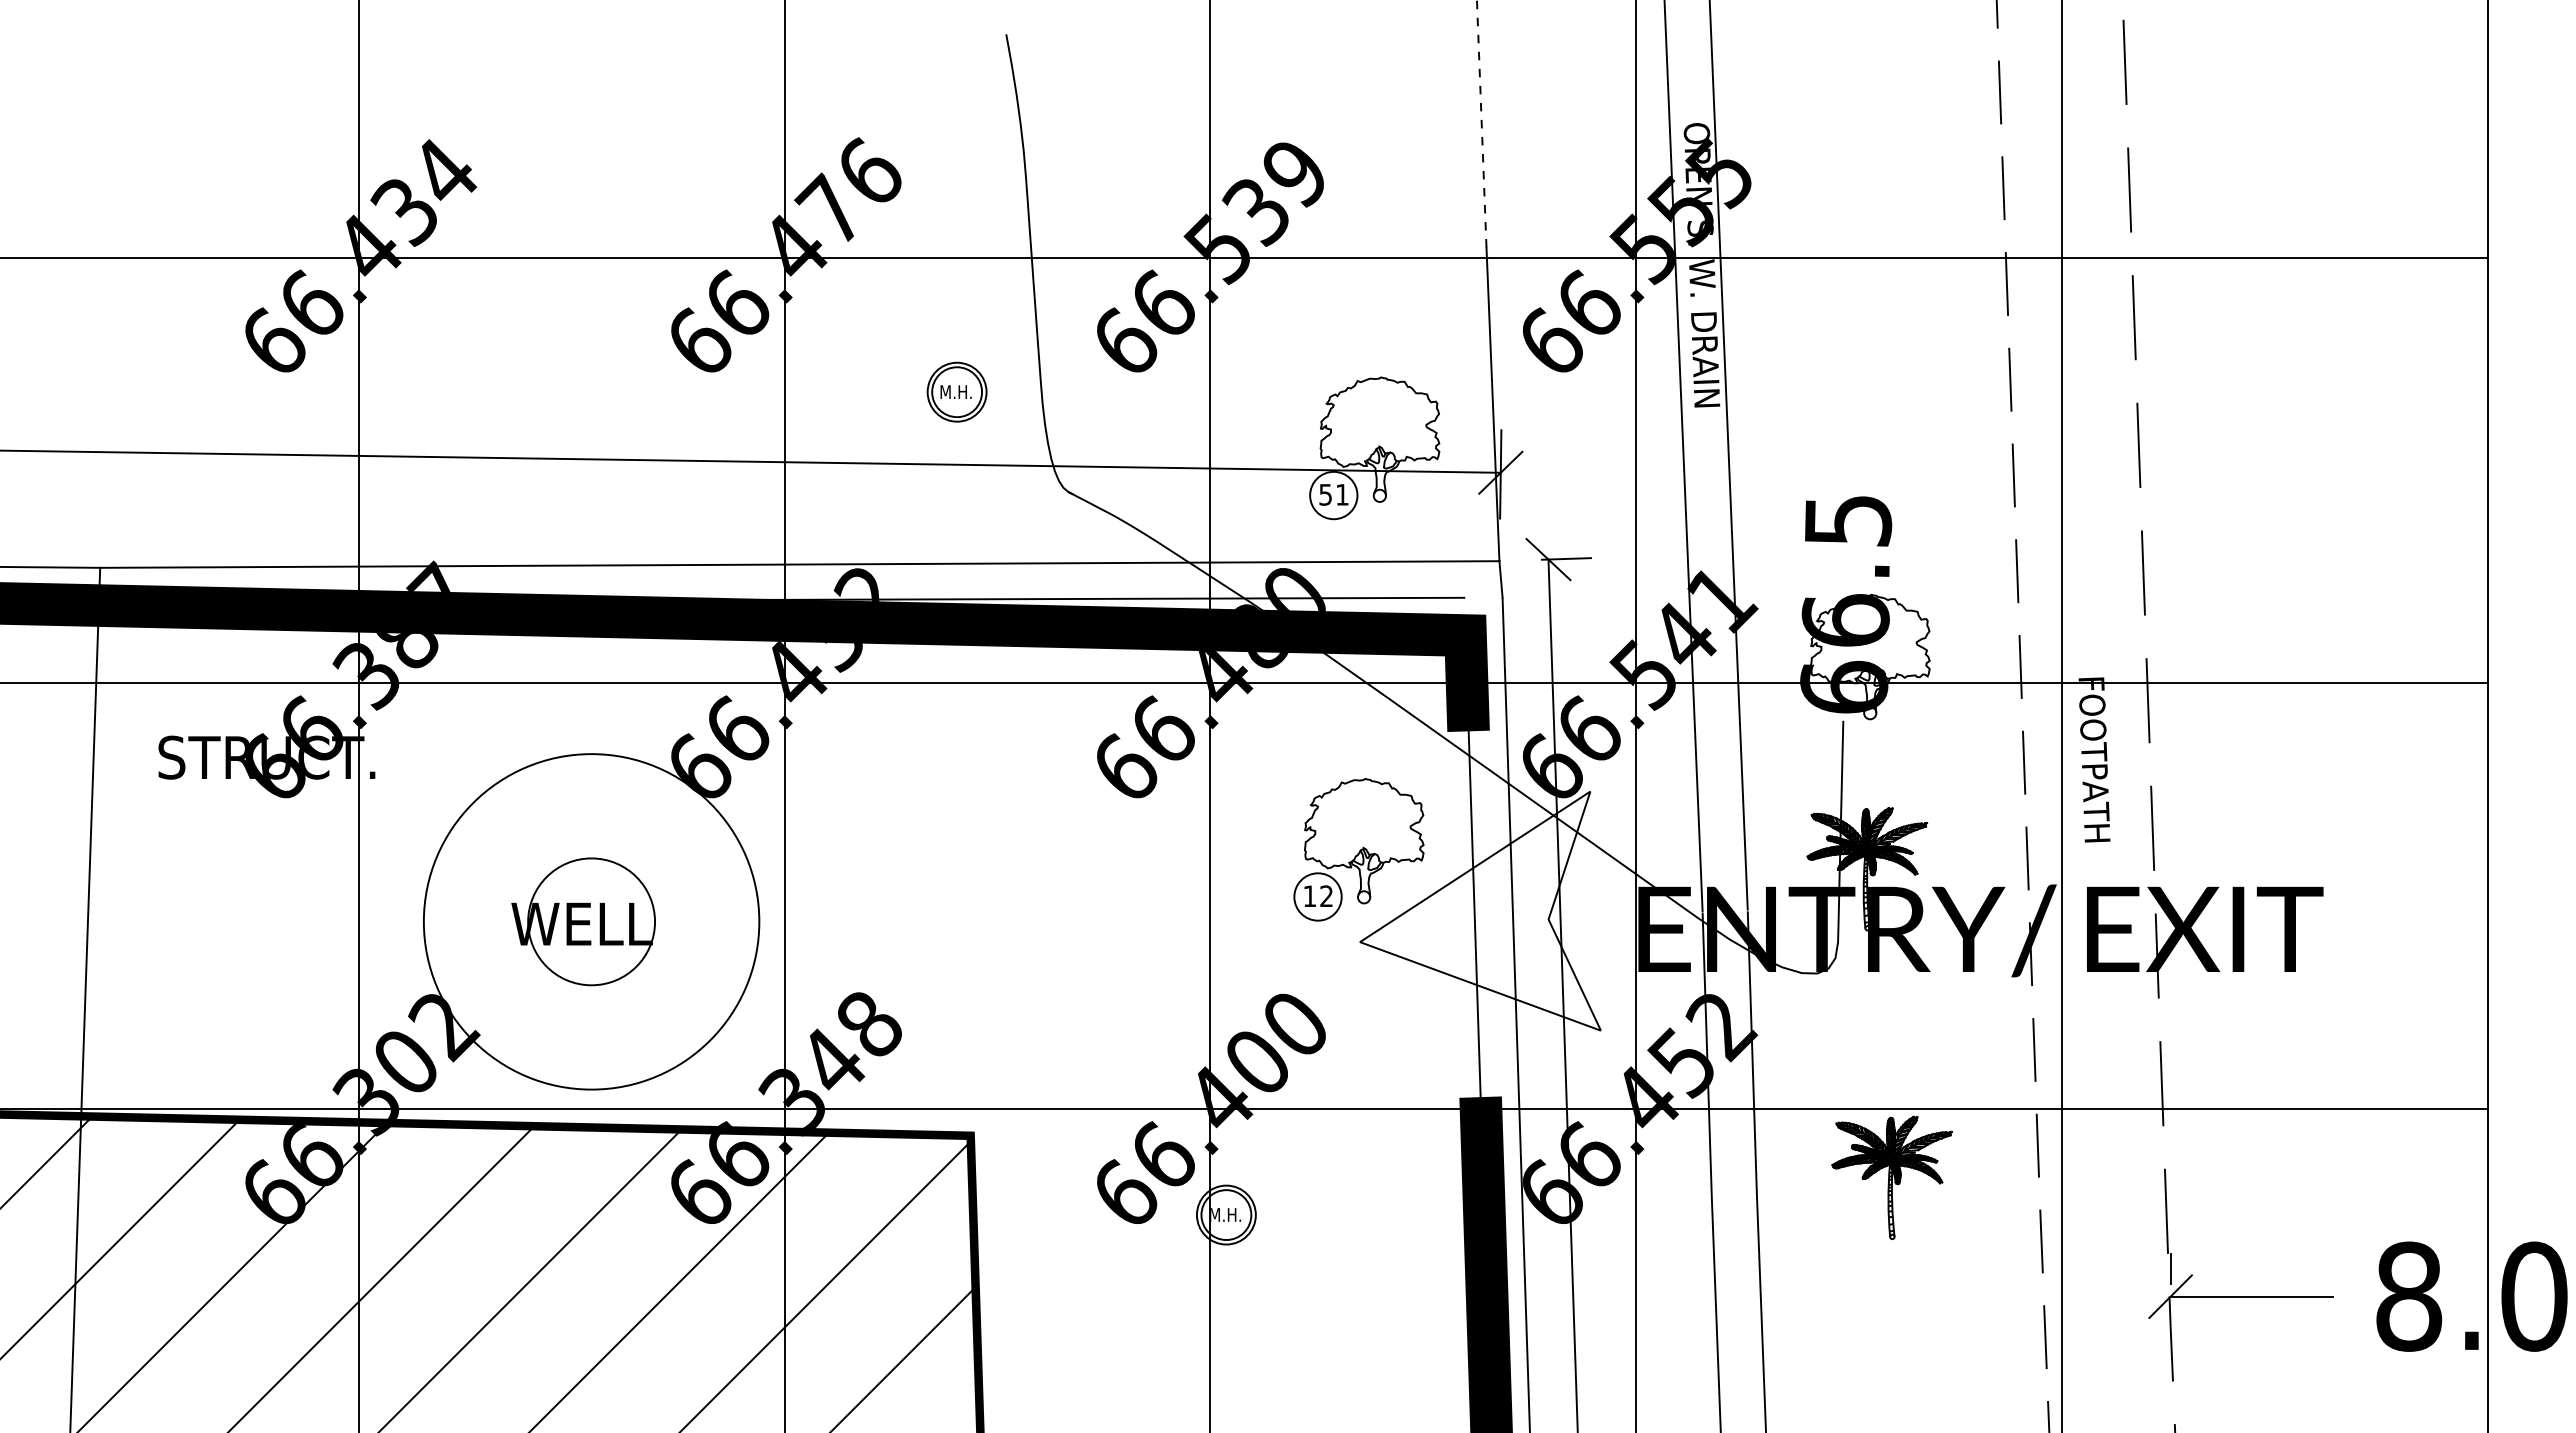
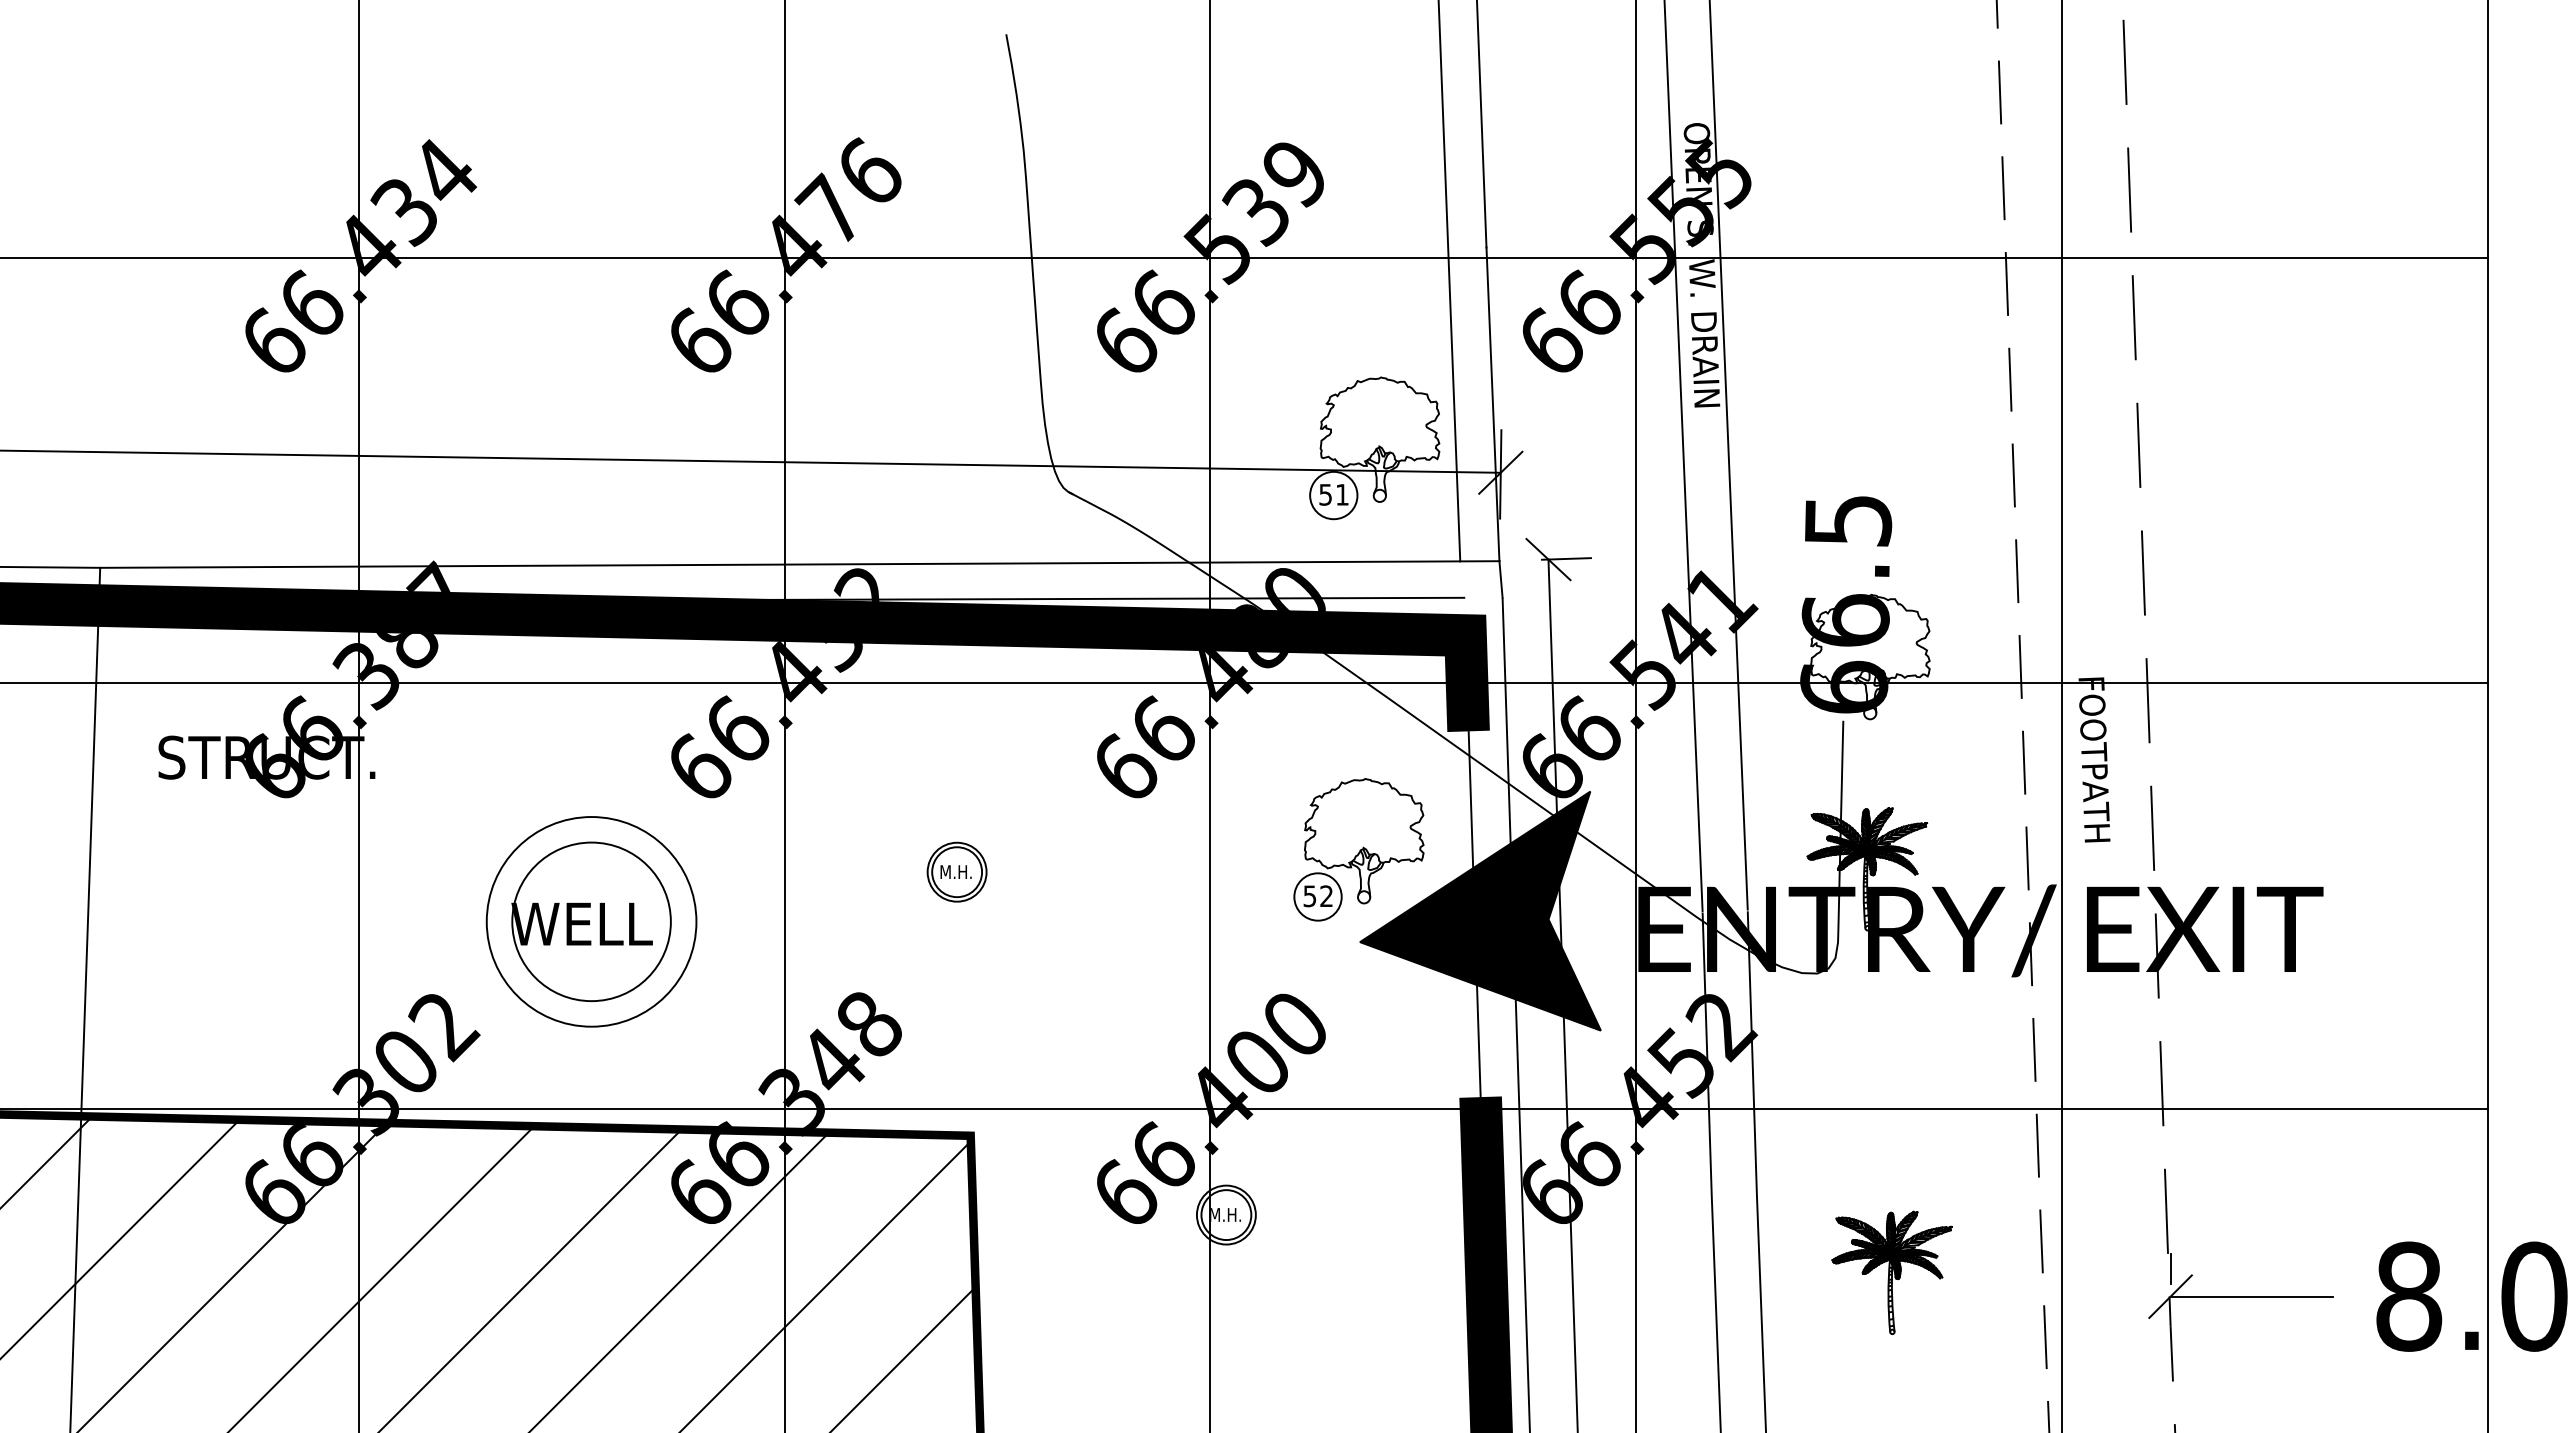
line at (1481, 123): dashed -> solid
line at (1449, 281): none -> present
part at (956, 391) position: (956, 391) -> (956, 871)
text at (1309, 896): 12 -> 52
fill at (1480, 910): none -> present
circle at (591, 921) diameter: 127 px -> 159 px
circle at (591, 921) diameter: 335 px -> 210 px
part at (1891, 1177) position: (1891, 1177) -> (1891, 1272)
